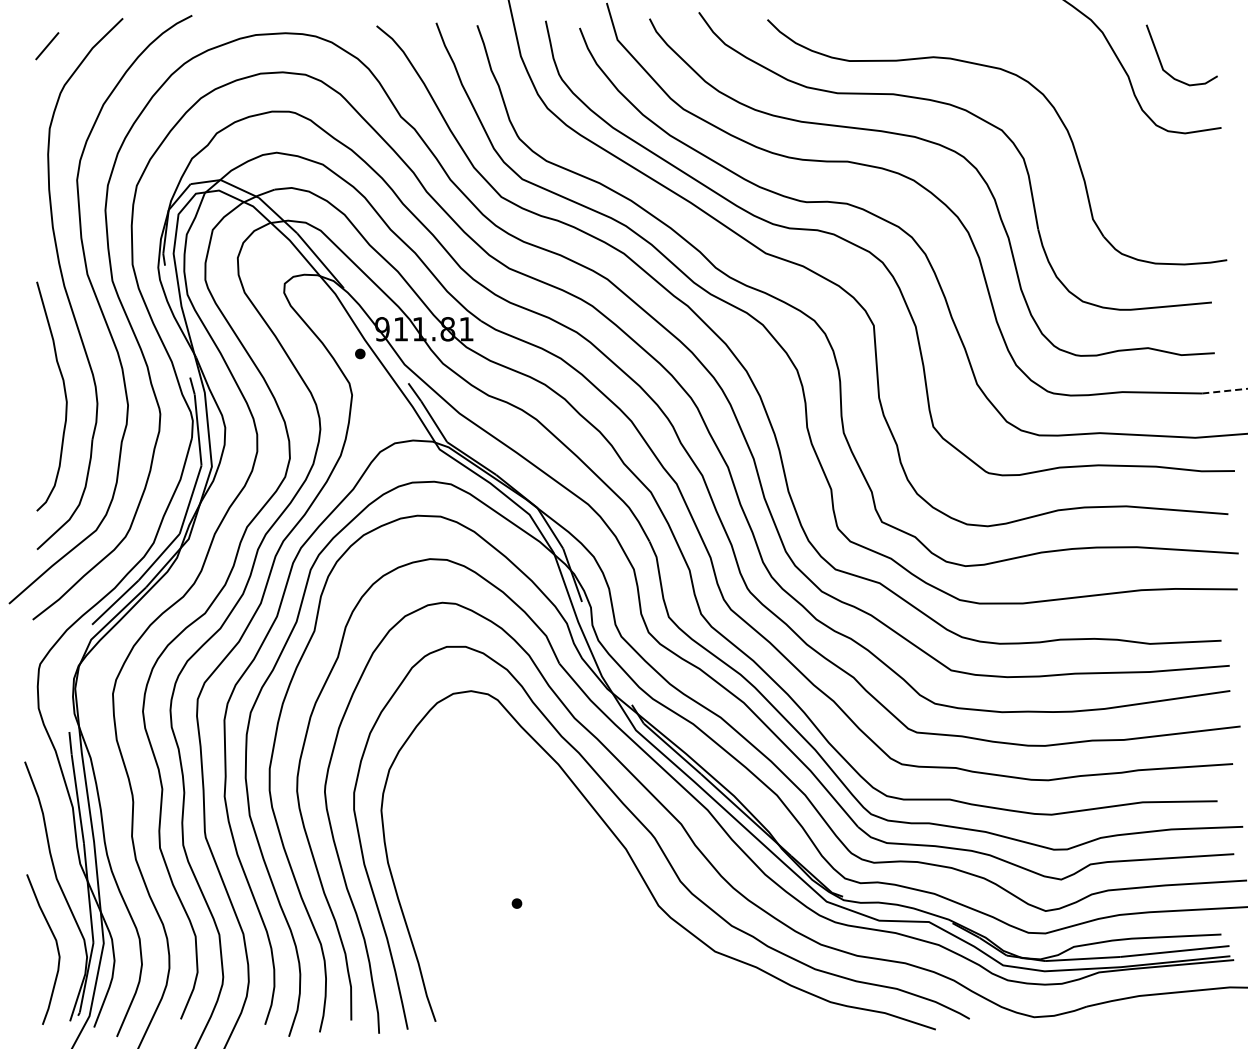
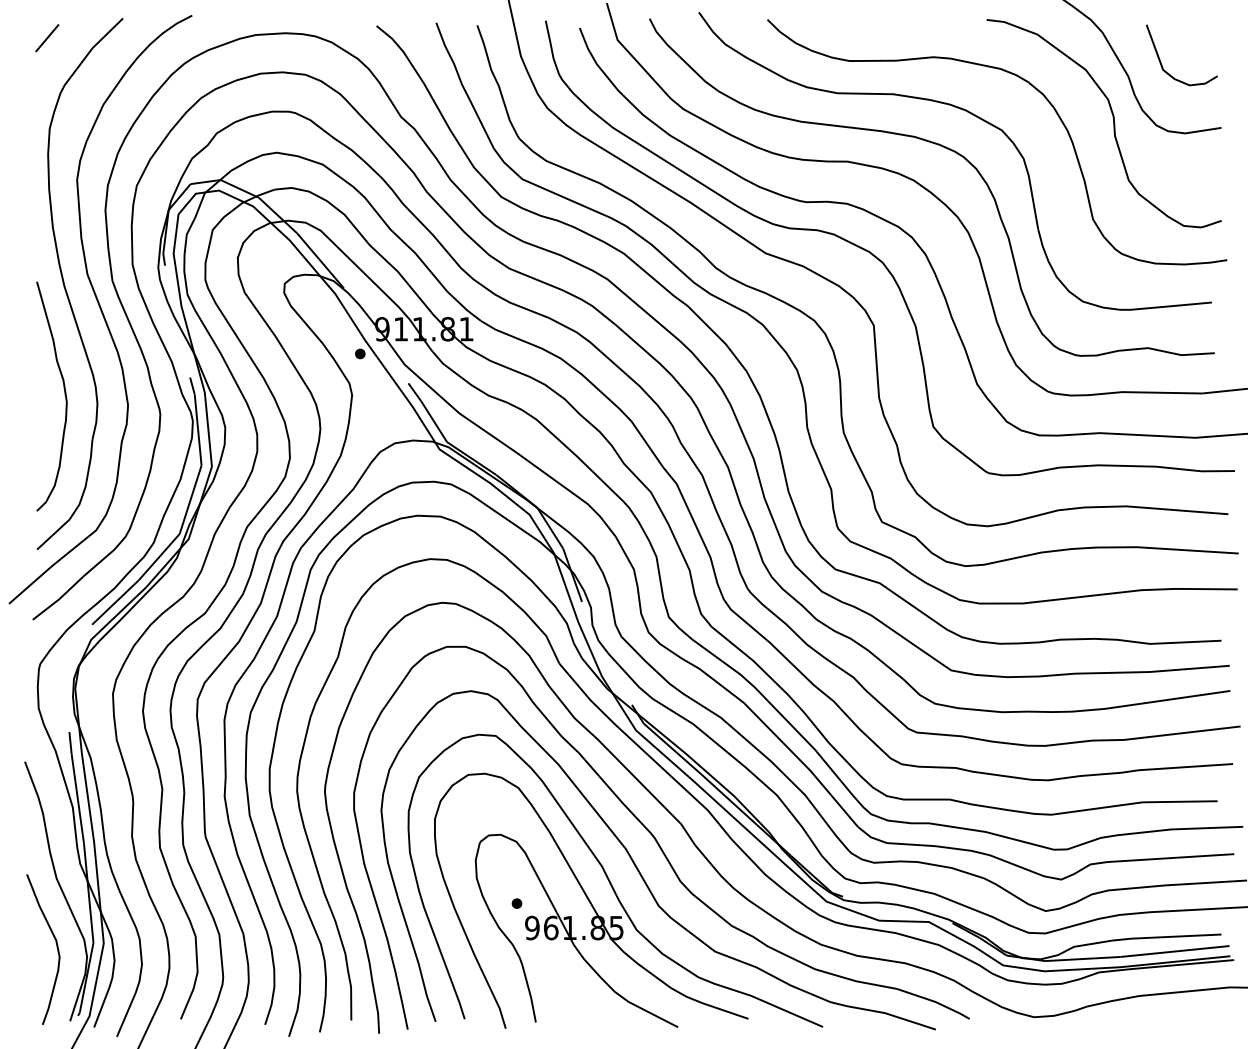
line at (47, 46) position: (47, 46) -> (47, 38)
curve at (1113, 123): none -> present
line at (1225, 391): dashed -> solid
part at (615, 880): none -> present
